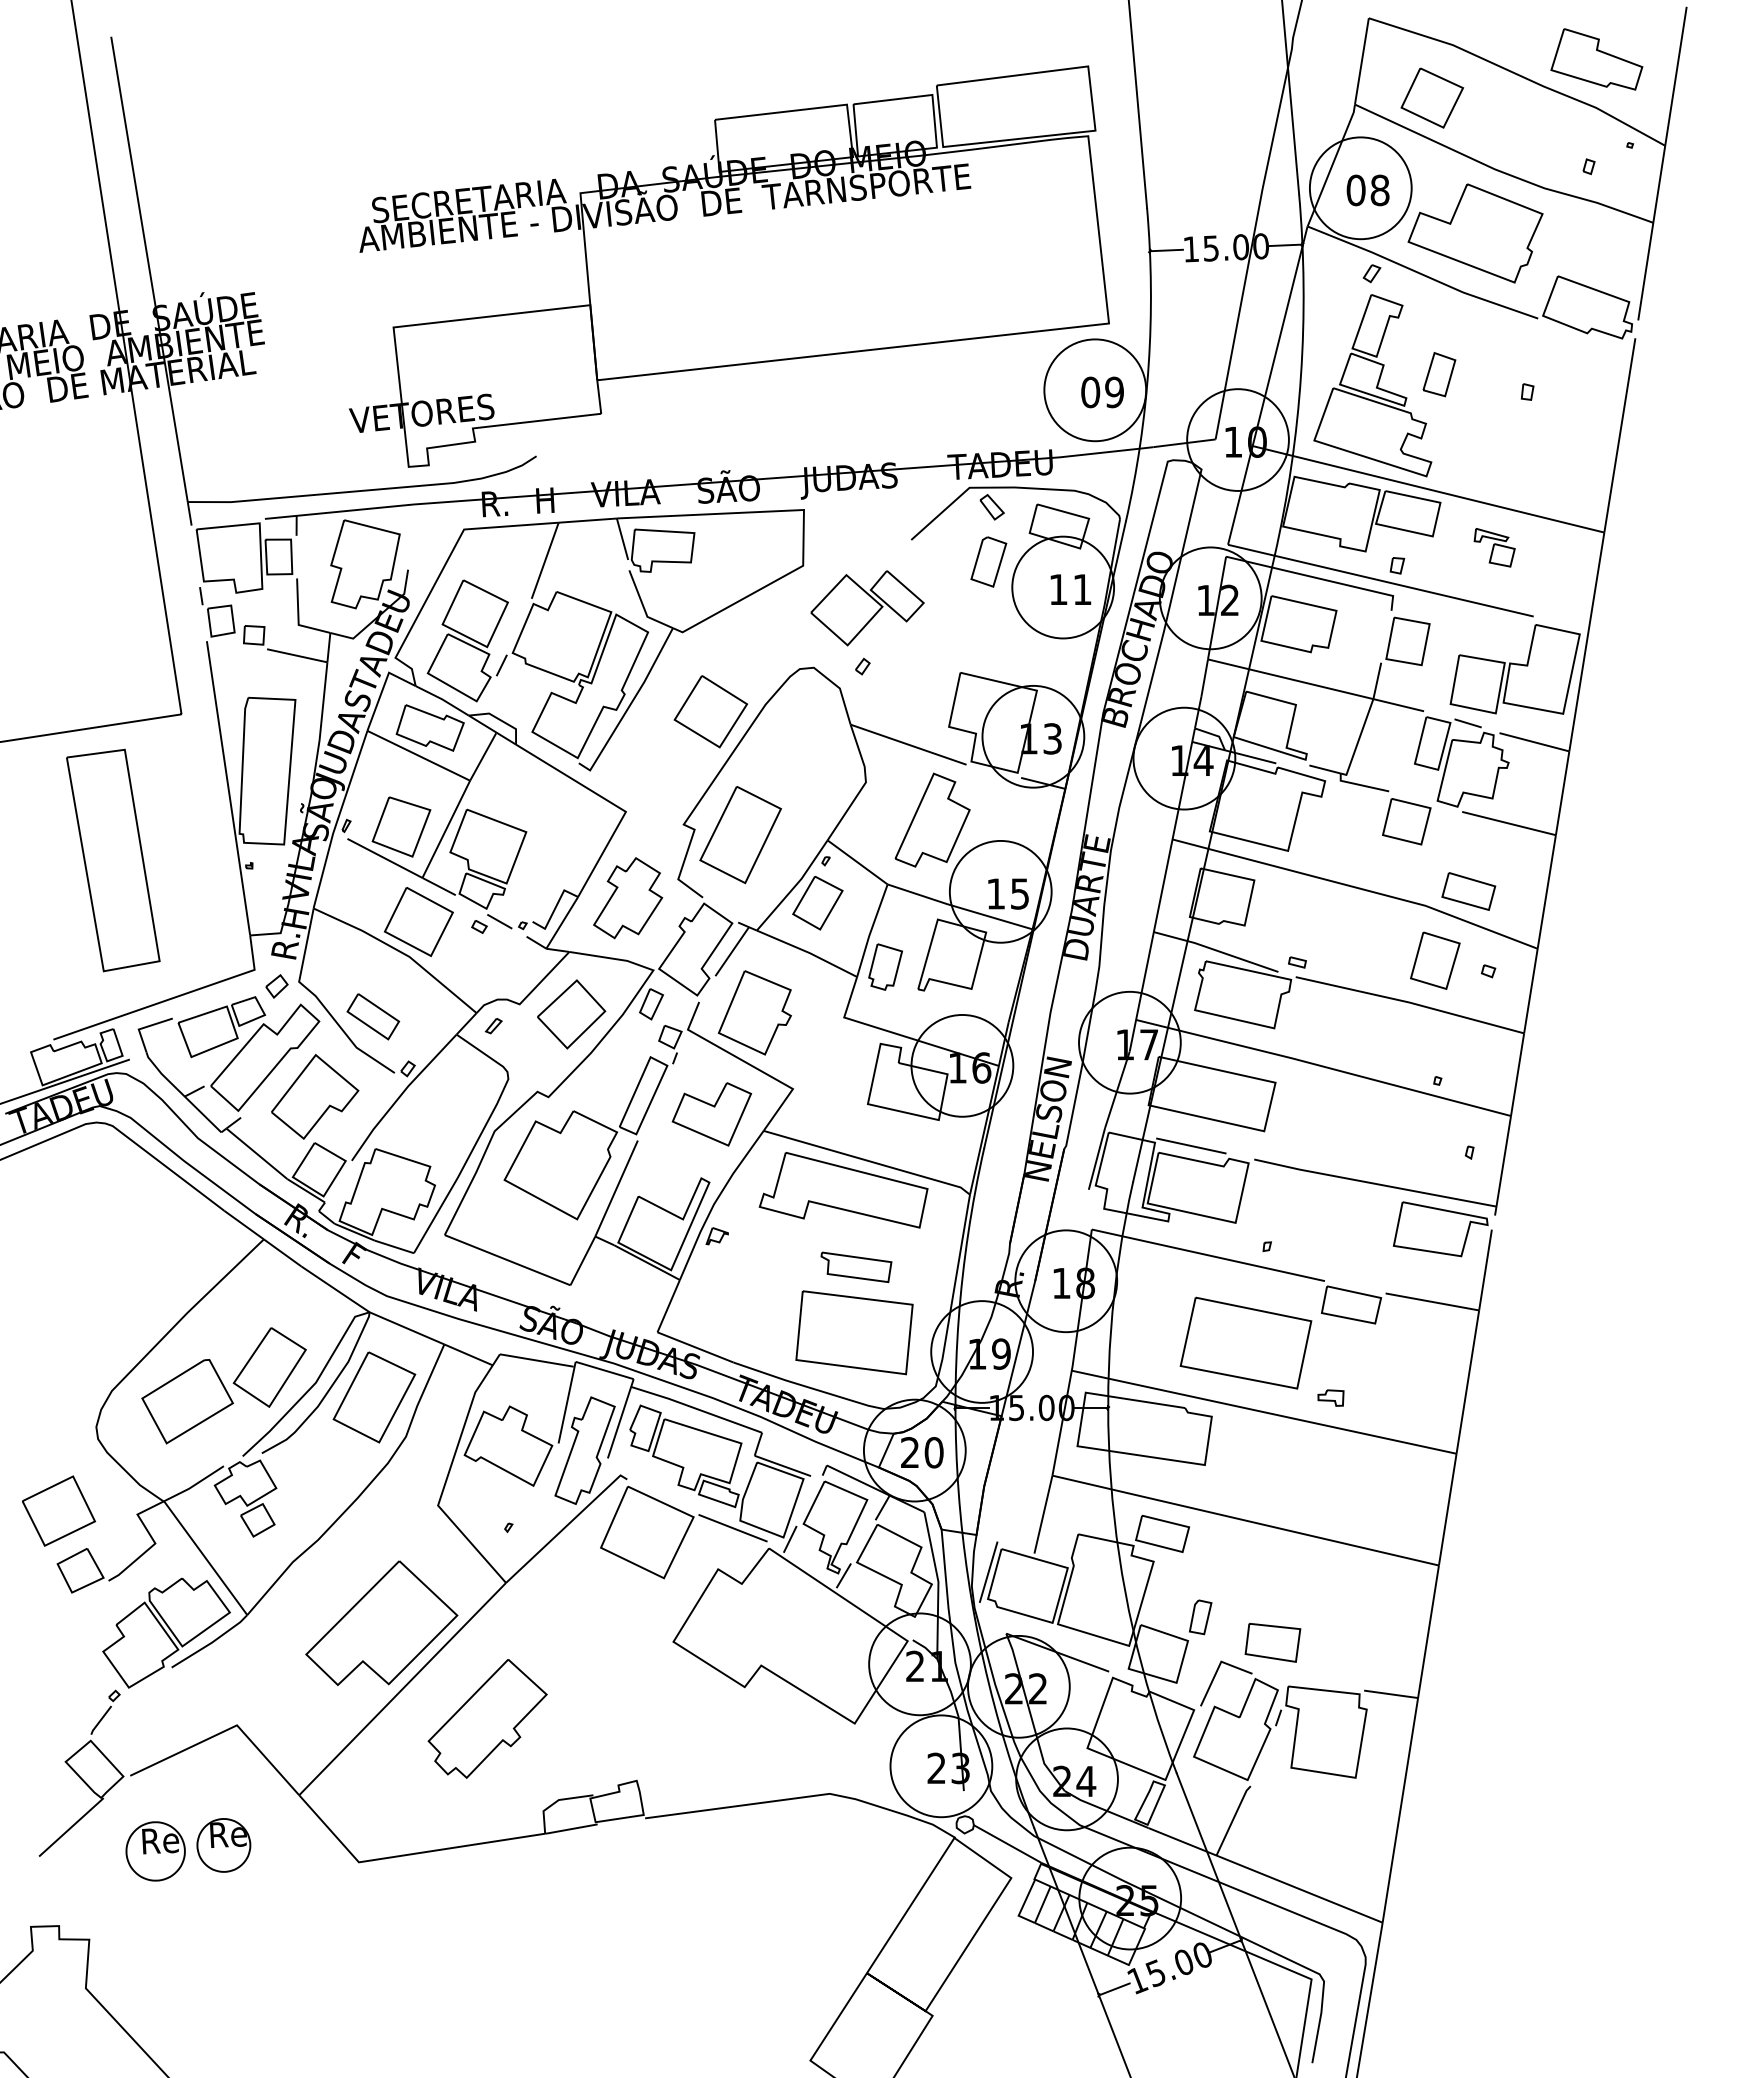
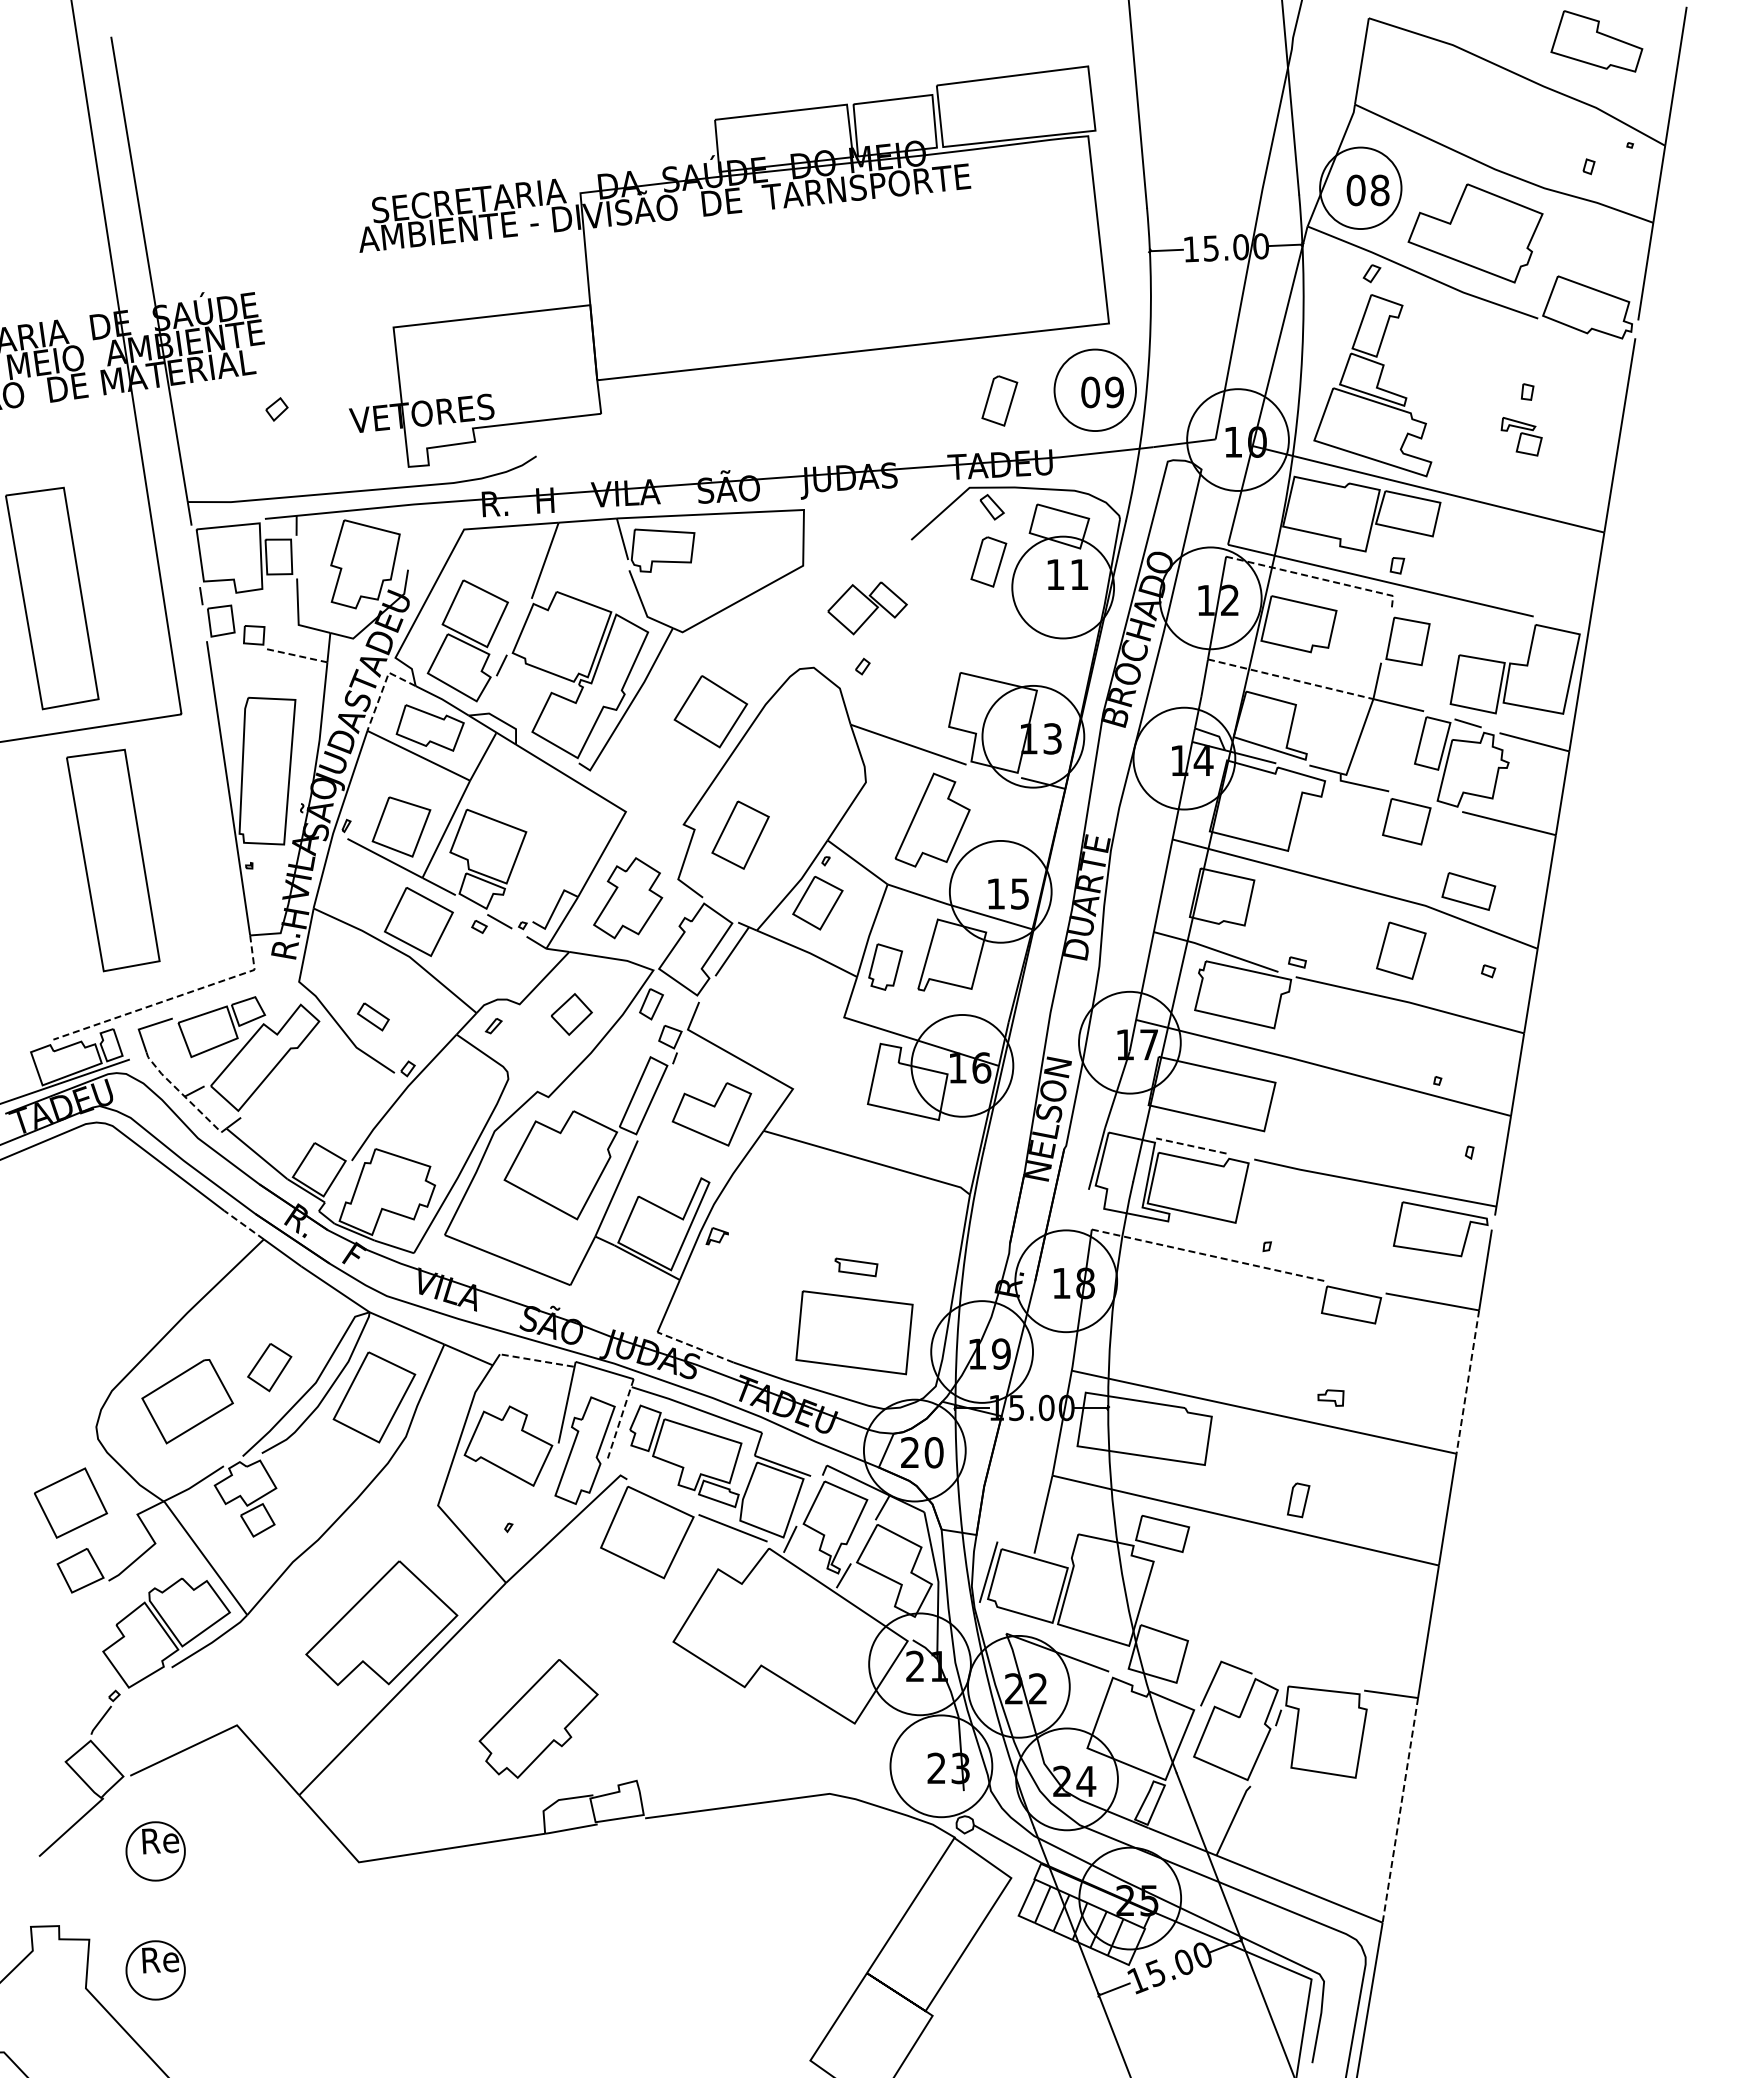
part at (1596, 59) position: (1596, 59) -> (1596, 41)
part at (1432, 97): present -> none
circle at (1360, 188) diameter: 102 px -> 81 px
part at (1439, 374): present -> none
circle at (1095, 390) diameter: 102 px -> 81 px
part at (999, 400): none -> present
part at (1494, 547) position: (1494, 547) -> (1521, 436)
line at (1317, 578): solid -> dashed
text at (1070, 589) position: (1070, 589) -> (1067, 574)
part at (52, 598): none -> present
part at (867, 608) size: 115x77 px -> 81x55 px
line at (297, 655): solid -> dashed
line at (1291, 679): solid -> dashed
line at (383, 687): solid -> dashed
part at (740, 835) size: 83x99 px -> 59x70 px
part at (1435, 960) position: (1435, 960) -> (1401, 950)
part at (276, 986) position: (276, 986) -> (276, 409)
line at (169, 999): solid -> dashed
part at (754, 1012): present -> none
part at (571, 1014) size: 70x71 px -> 42x43 px
part at (373, 1016) size: 55x48 px -> 33x30 px
line at (180, 1092): solid -> dashed
part at (315, 1096): present -> none
line at (1191, 1146): solid -> dashed
part at (843, 1189): present -> none
line at (243, 1224): solid -> dashed
line at (1208, 1255): solid -> dashed
part at (856, 1267) size: 73x33 px -> 45x21 px
part at (1245, 1342): present -> none
line at (695, 1347): solid -> dashed
line at (536, 1360): solid -> dashed
part at (269, 1367) size: 75x81 px -> 46x50 px
line at (1467, 1382): solid -> dashed
line at (620, 1418): solid -> dashed
part at (59, 1510) position: (59, 1510) -> (71, 1502)
part at (1200, 1617) position: (1200, 1617) -> (1298, 1500)
part at (1272, 1642): present -> none
part at (487, 1718) position: (487, 1718) -> (538, 1718)
line at (1400, 1810): solid -> dashed
part at (223, 1845): present -> none
part at (155, 1970): none -> present
